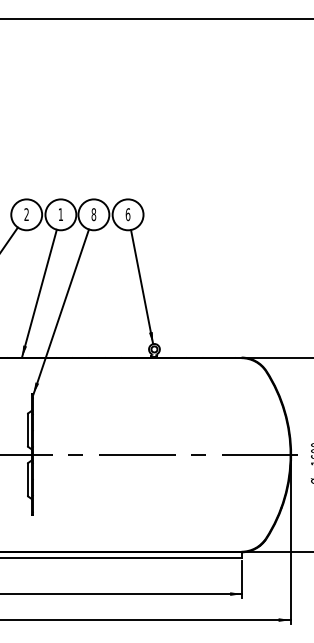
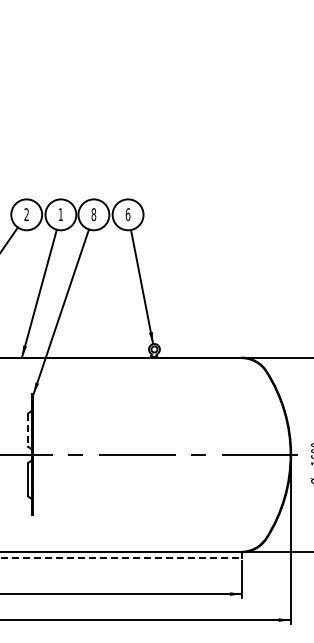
line at (156, 19): present -> none
line at (27, 430): solid -> dashed
line at (121, 557): solid -> dashed
